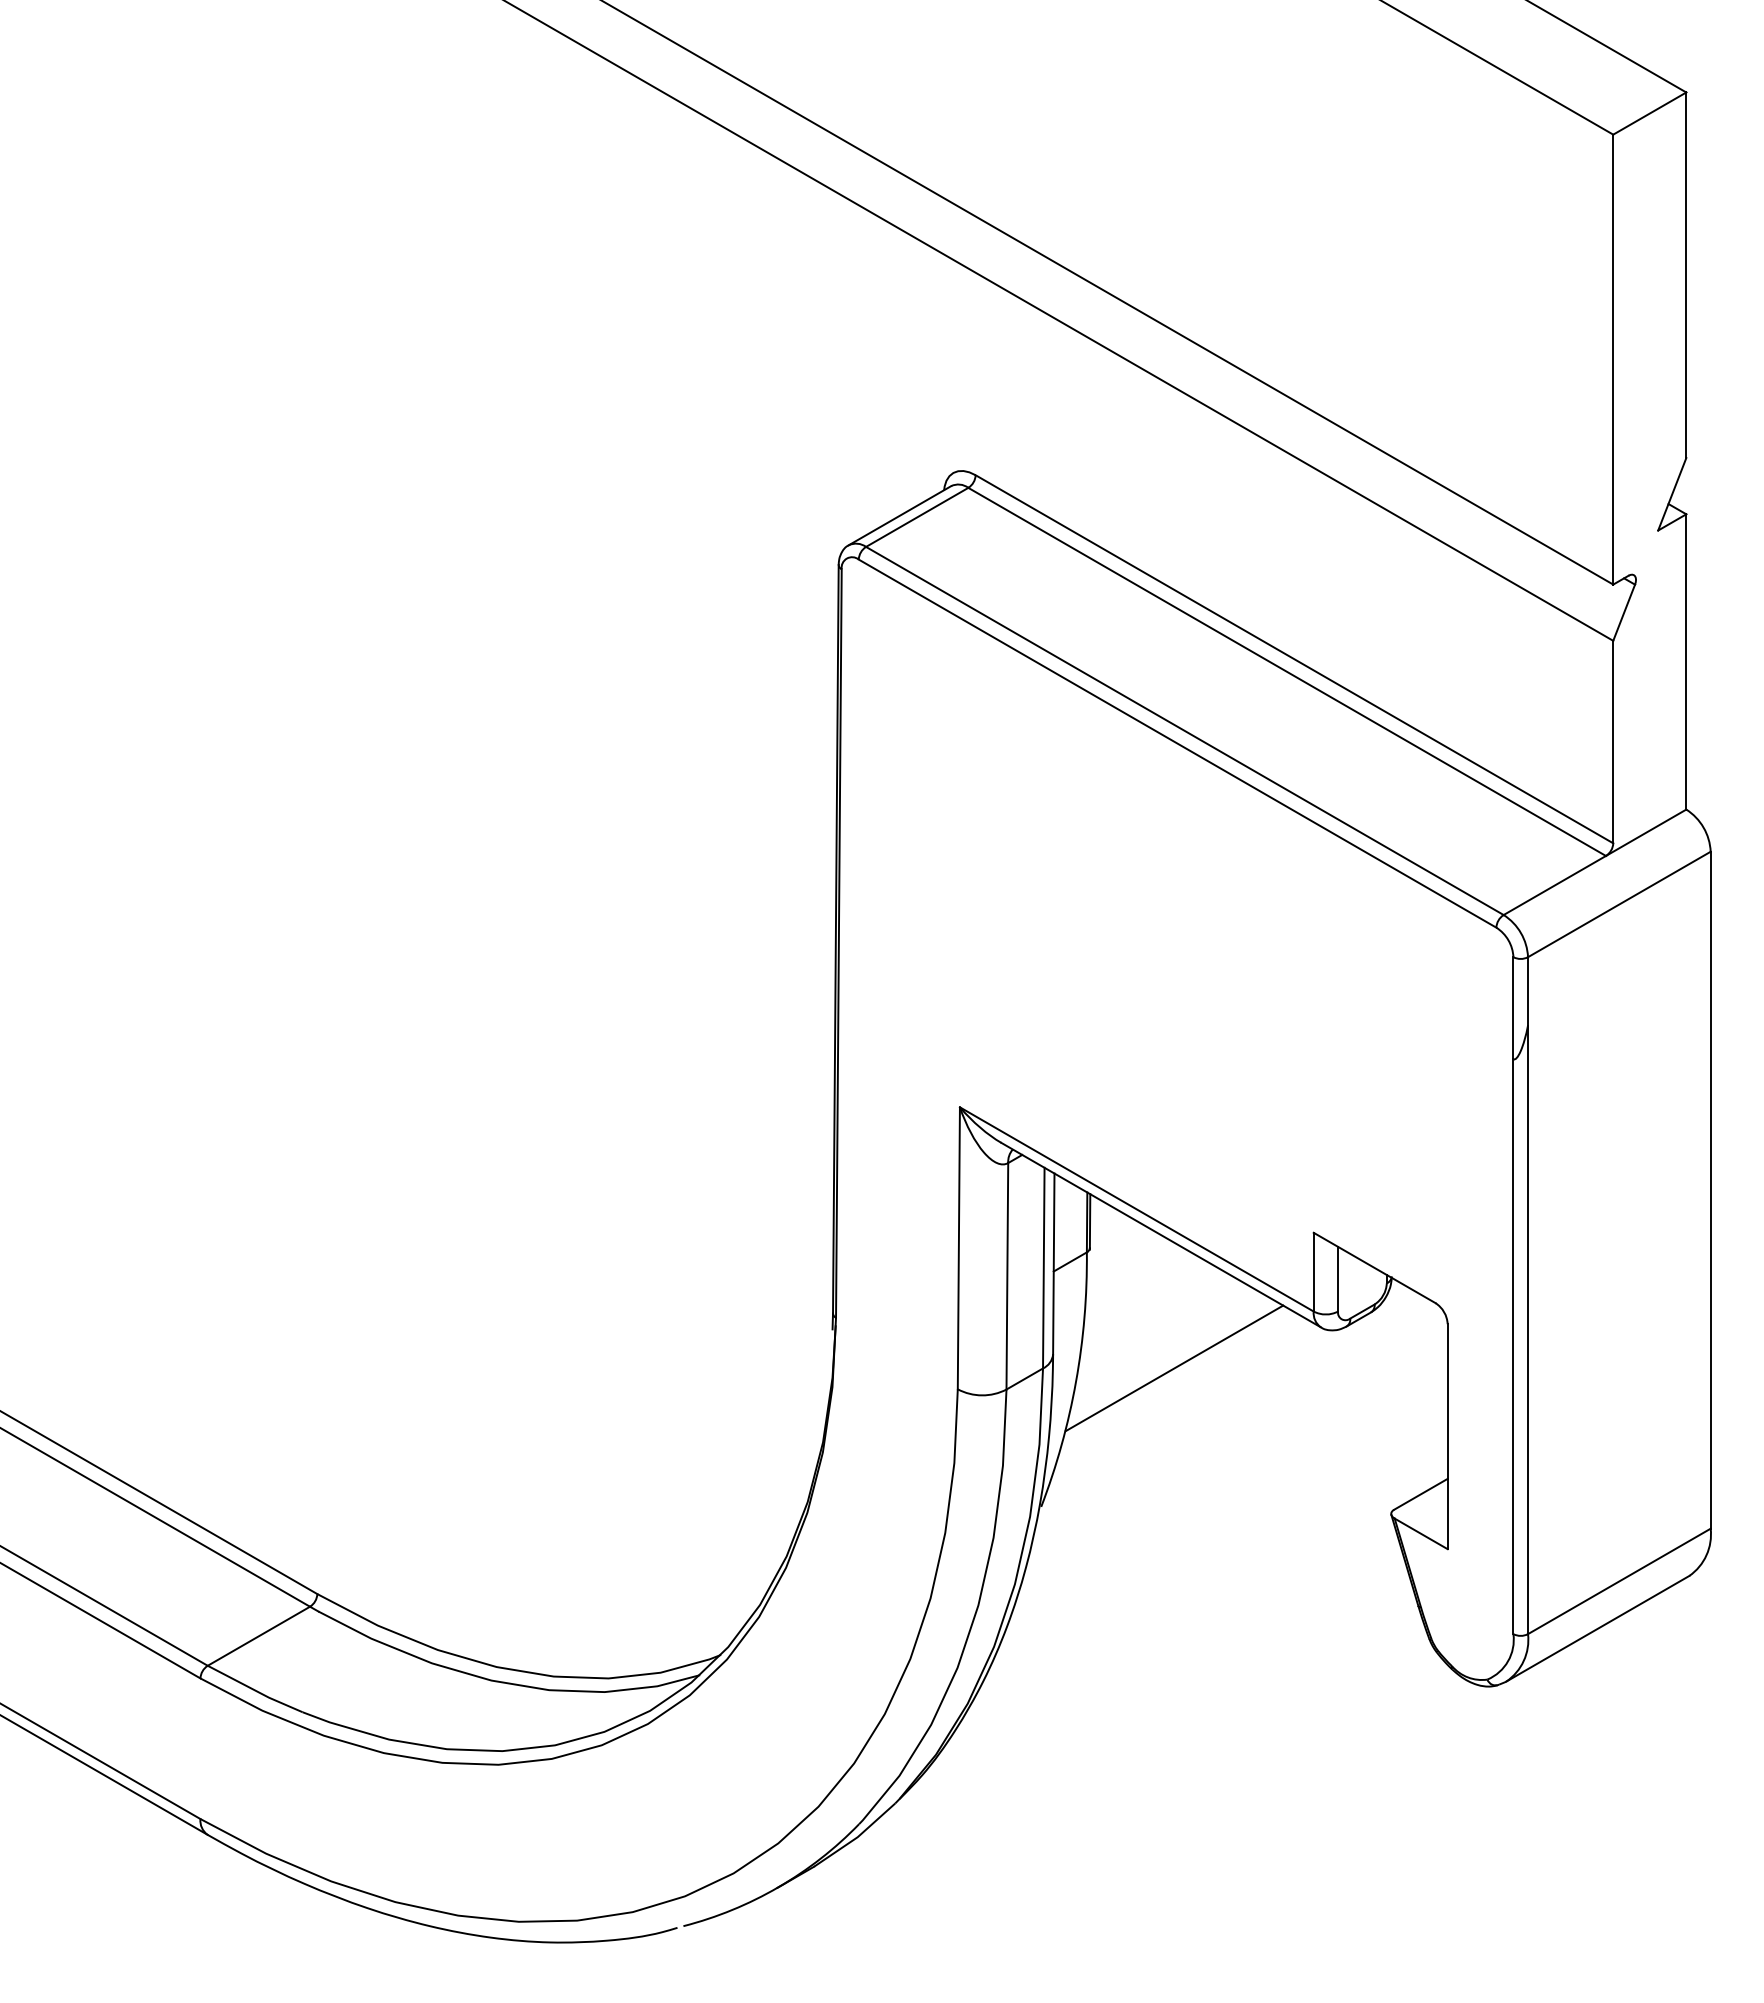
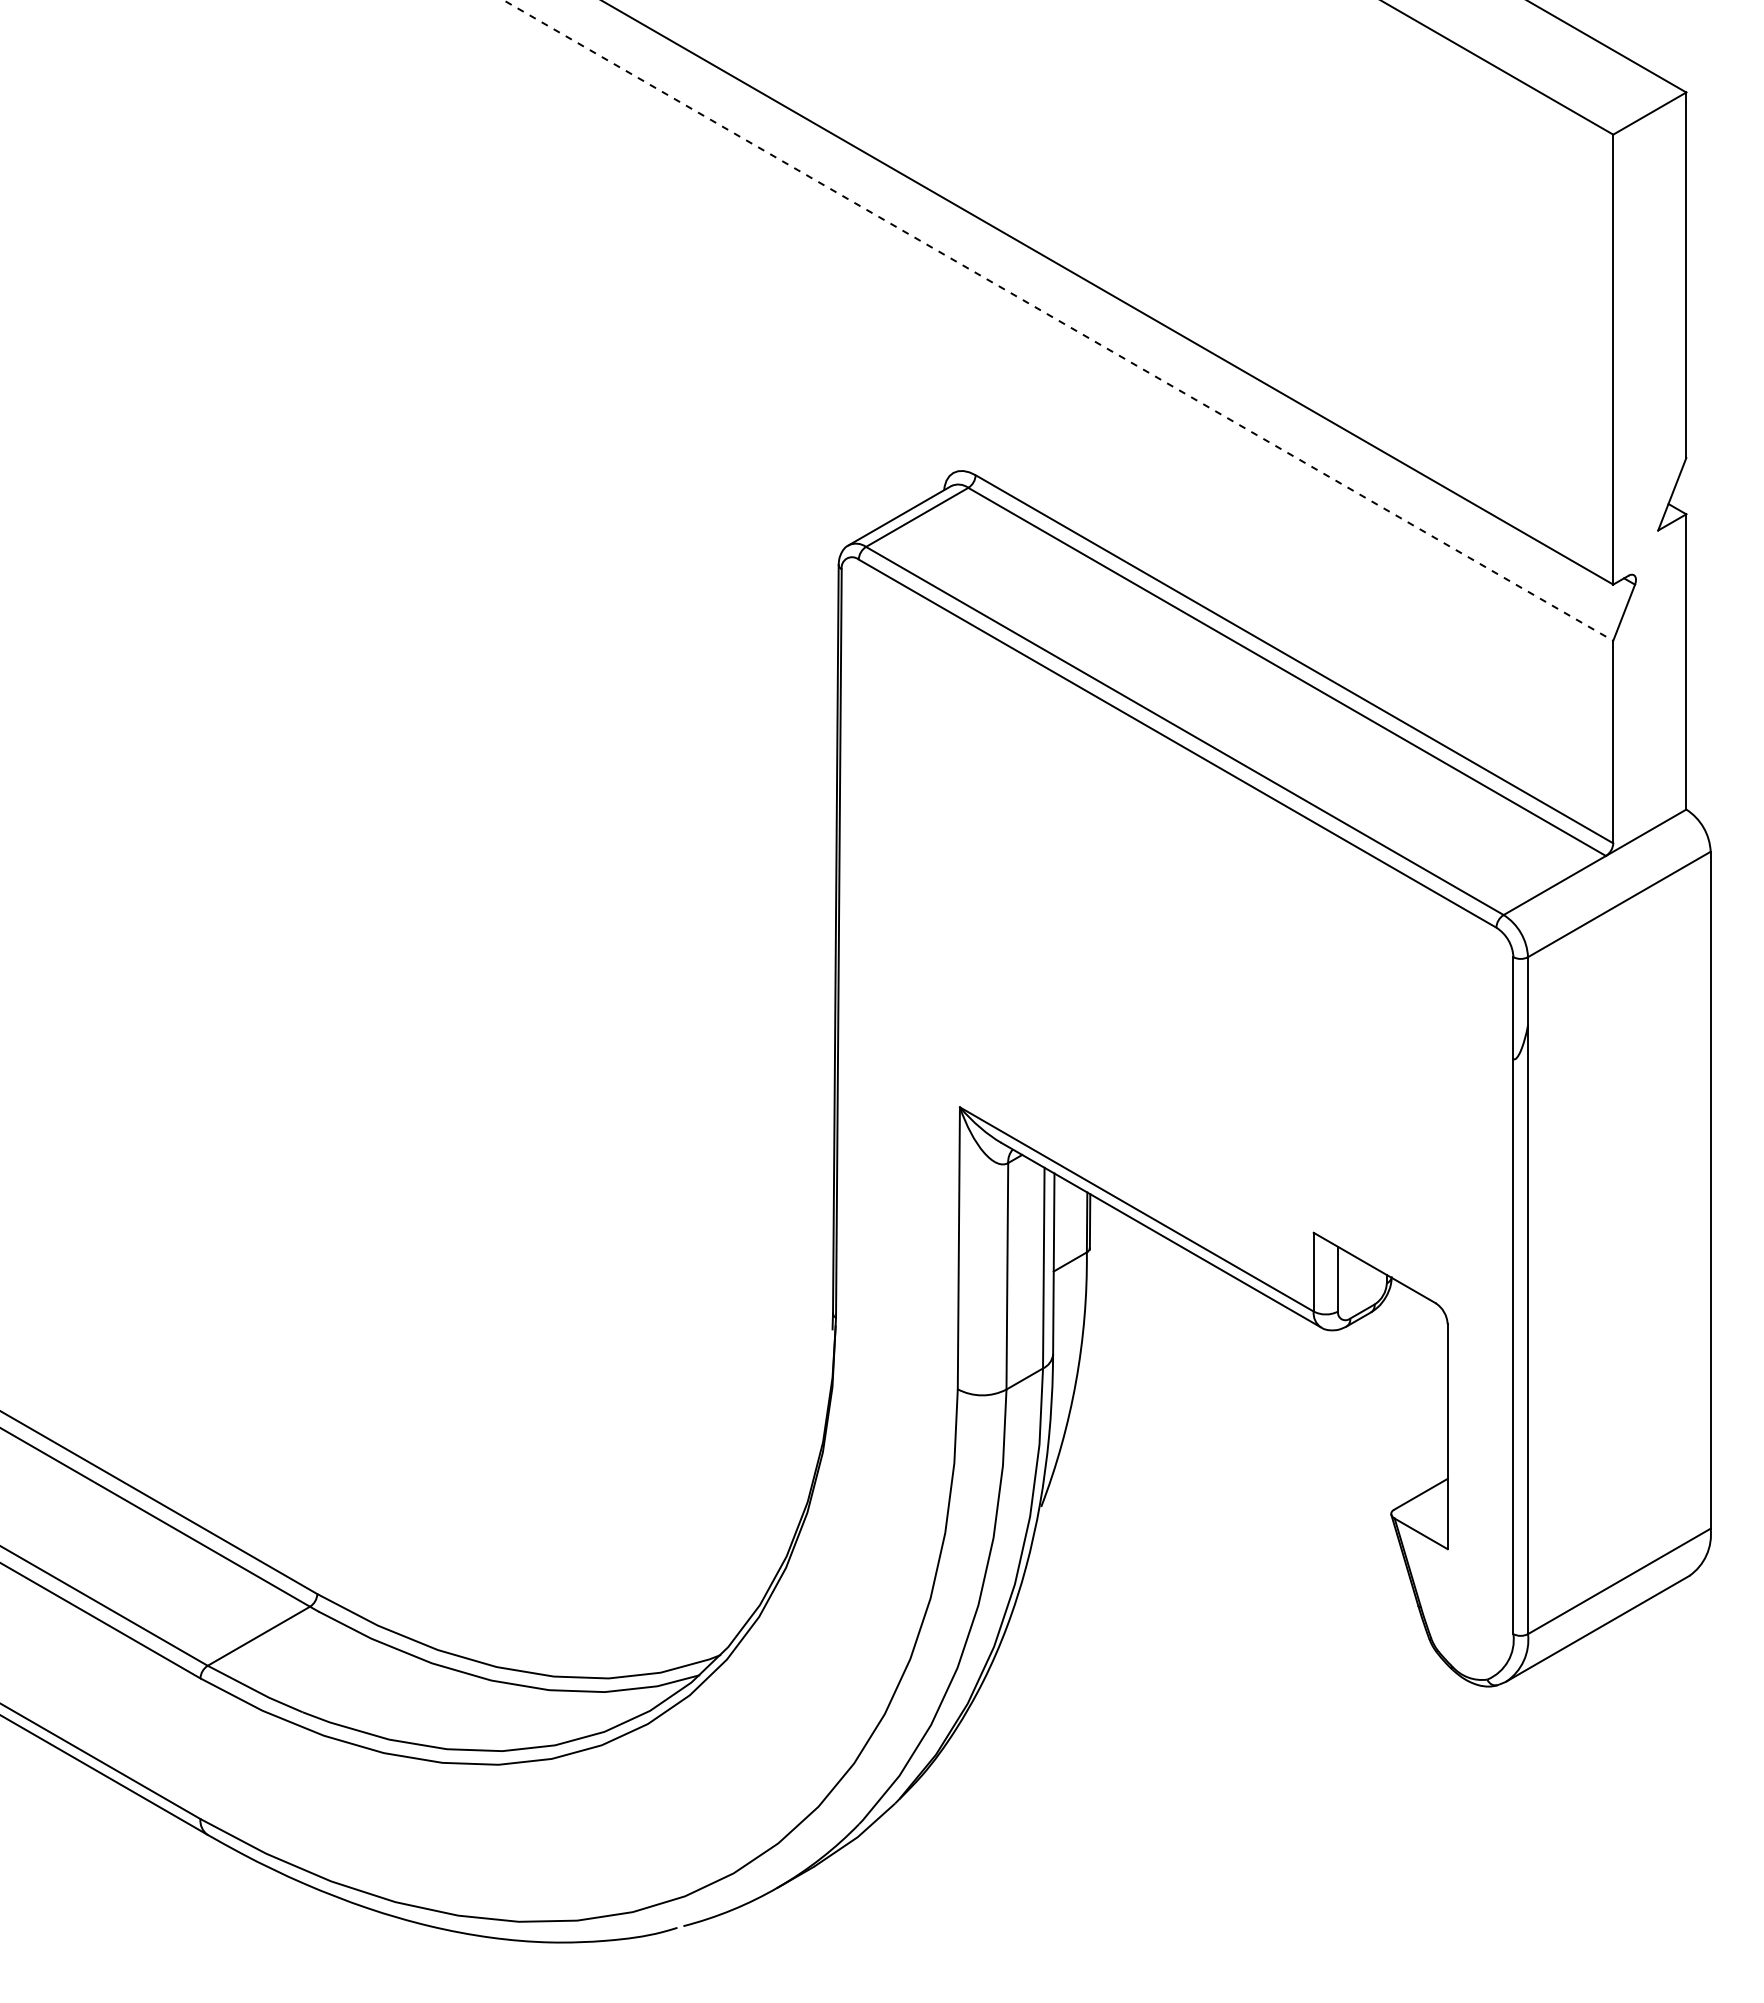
line at (1059, 320): solid -> dashed
line at (1174, 1368): present -> none
